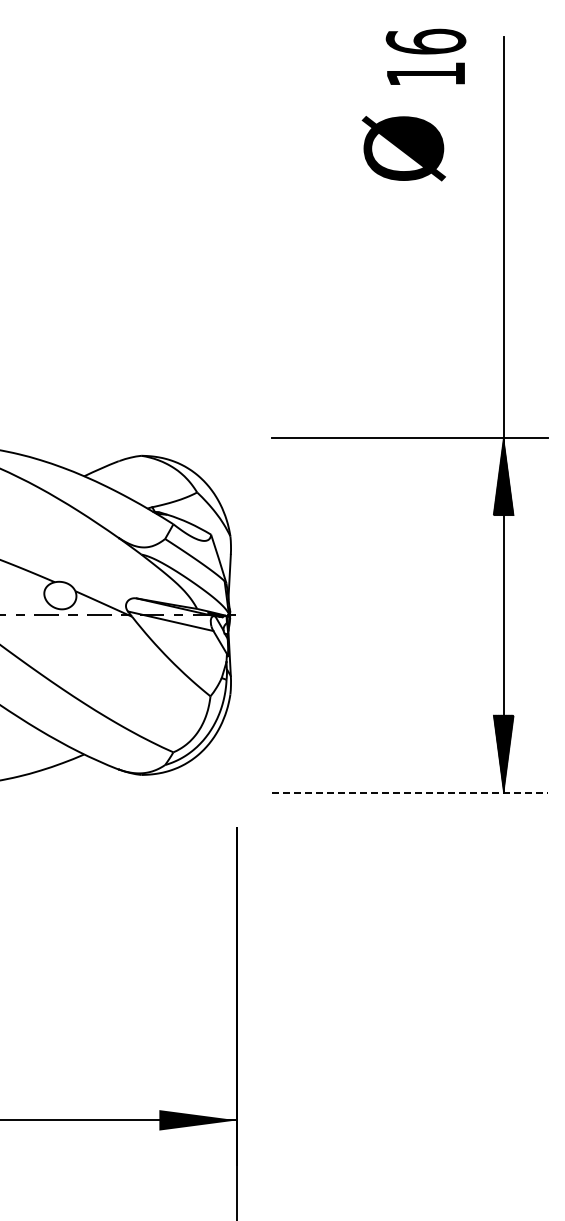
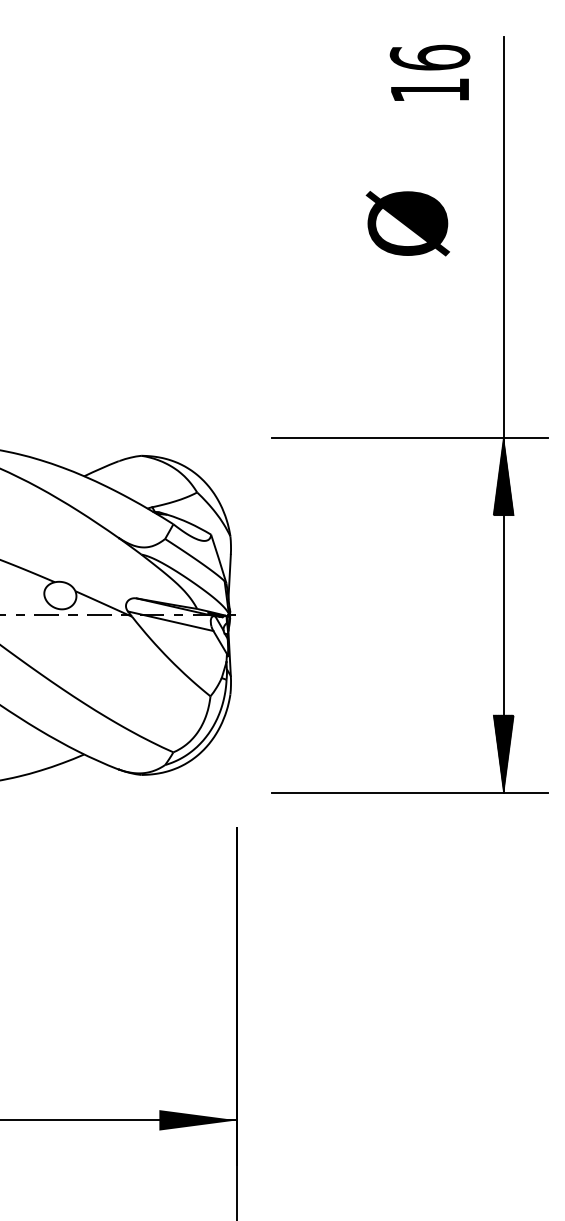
text at (425, 56) position: (425, 56) -> (429, 72)
text at (403, 148) position: (403, 148) -> (407, 223)
line at (410, 793): dashed -> solid
